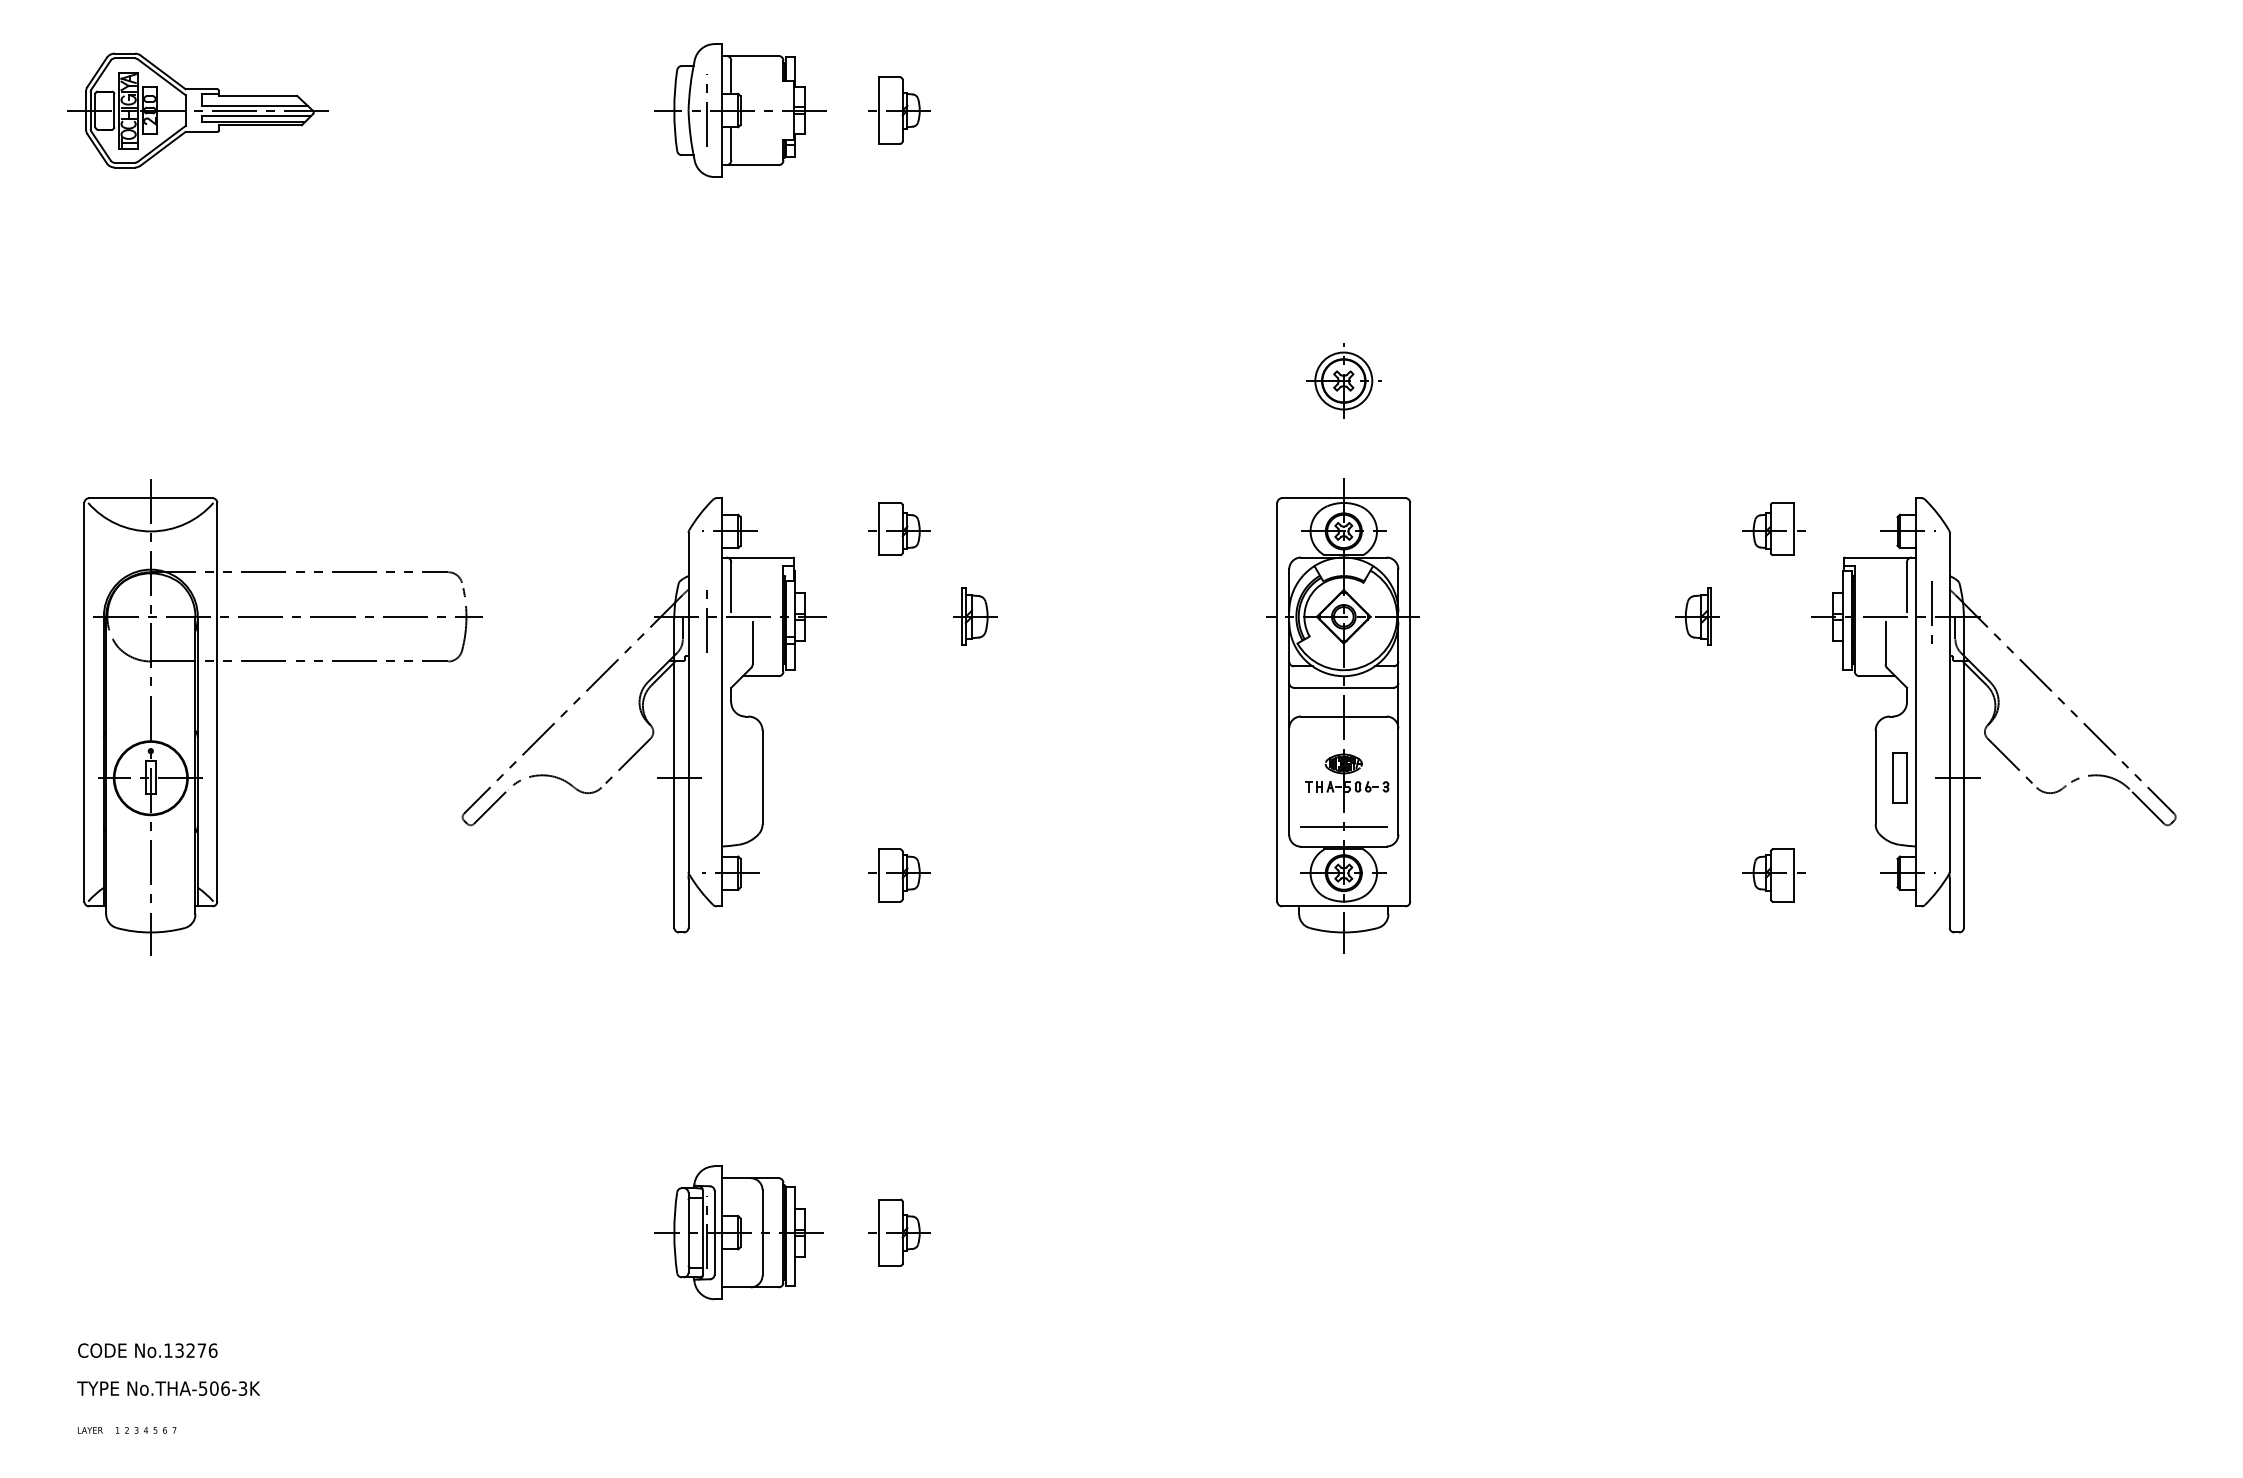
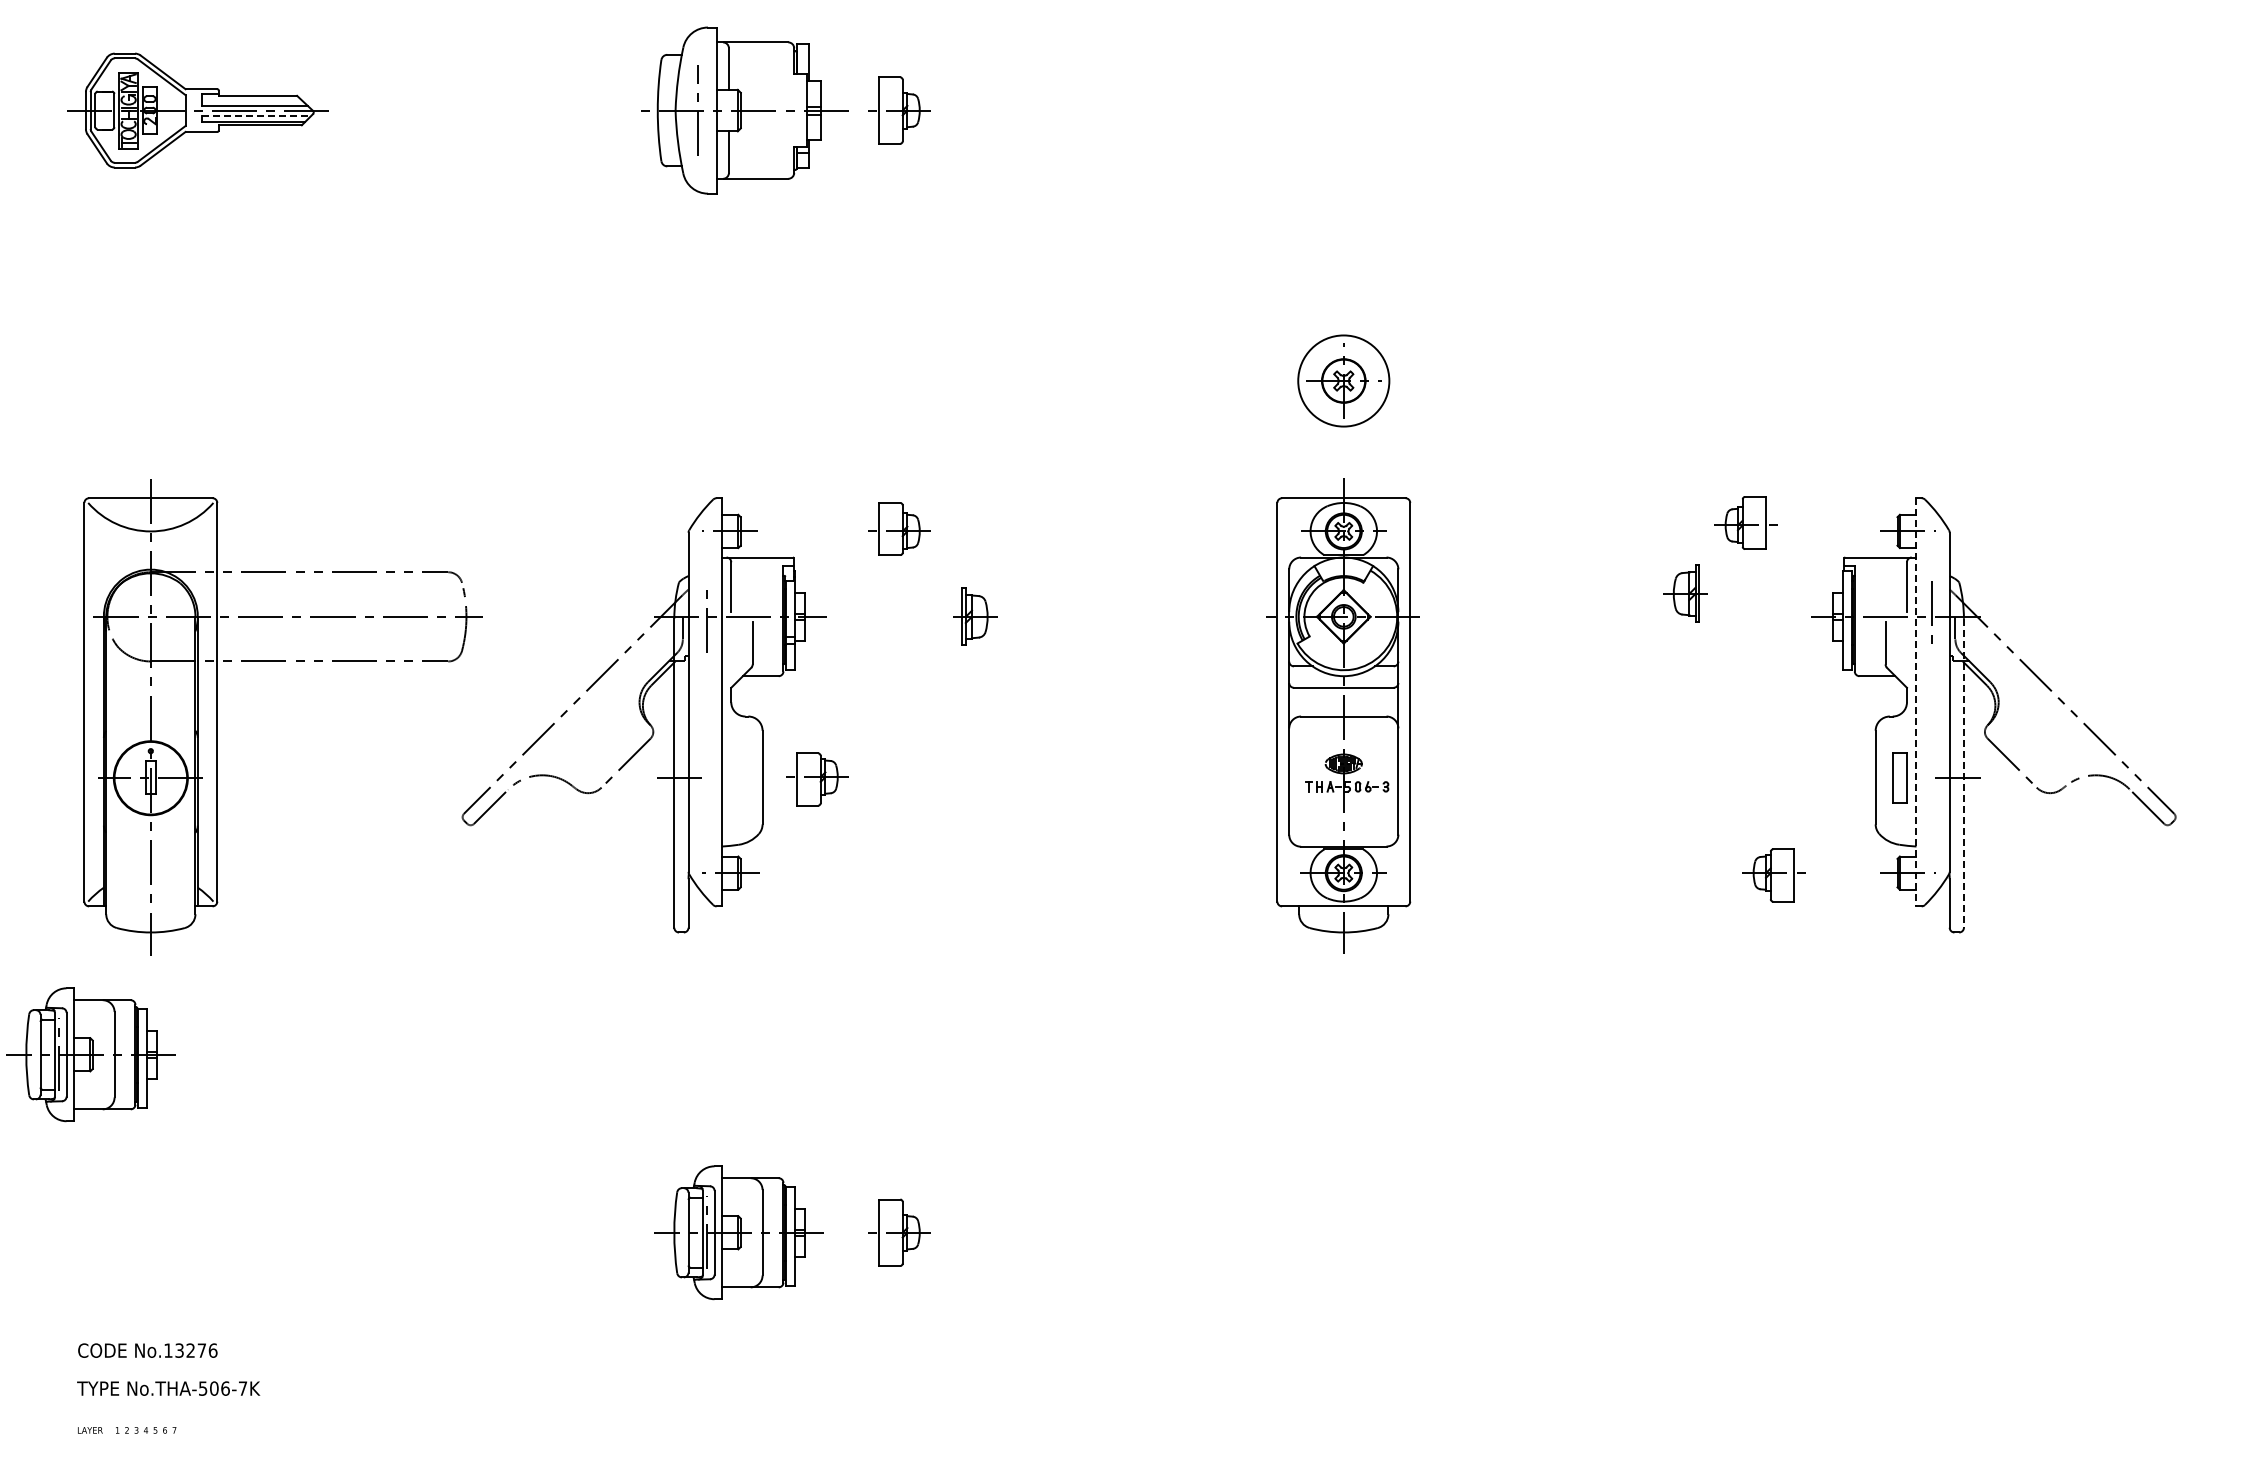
part at (740, 110) size: 173x135 px -> 208x169 px
line at (257, 116): solid -> dashed
circle at (1343, 380) diameter: 57 px -> 91 px
part at (1773, 528) position: (1773, 528) -> (1745, 522)
part at (1697, 616) position: (1697, 616) -> (1685, 593)
line at (1916, 702): solid -> dashed
line at (1963, 773): solid -> dashed
line at (1343, 827): present -> none
part at (899, 875) position: (899, 875) -> (817, 779)
part at (90, 1054): none -> present
text at (242, 1388): No.THA-506-3K -> No.THA-506-7K
